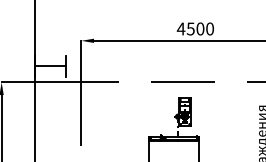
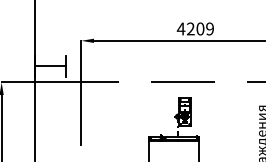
text at (199, 28): 4500 -> 4209
